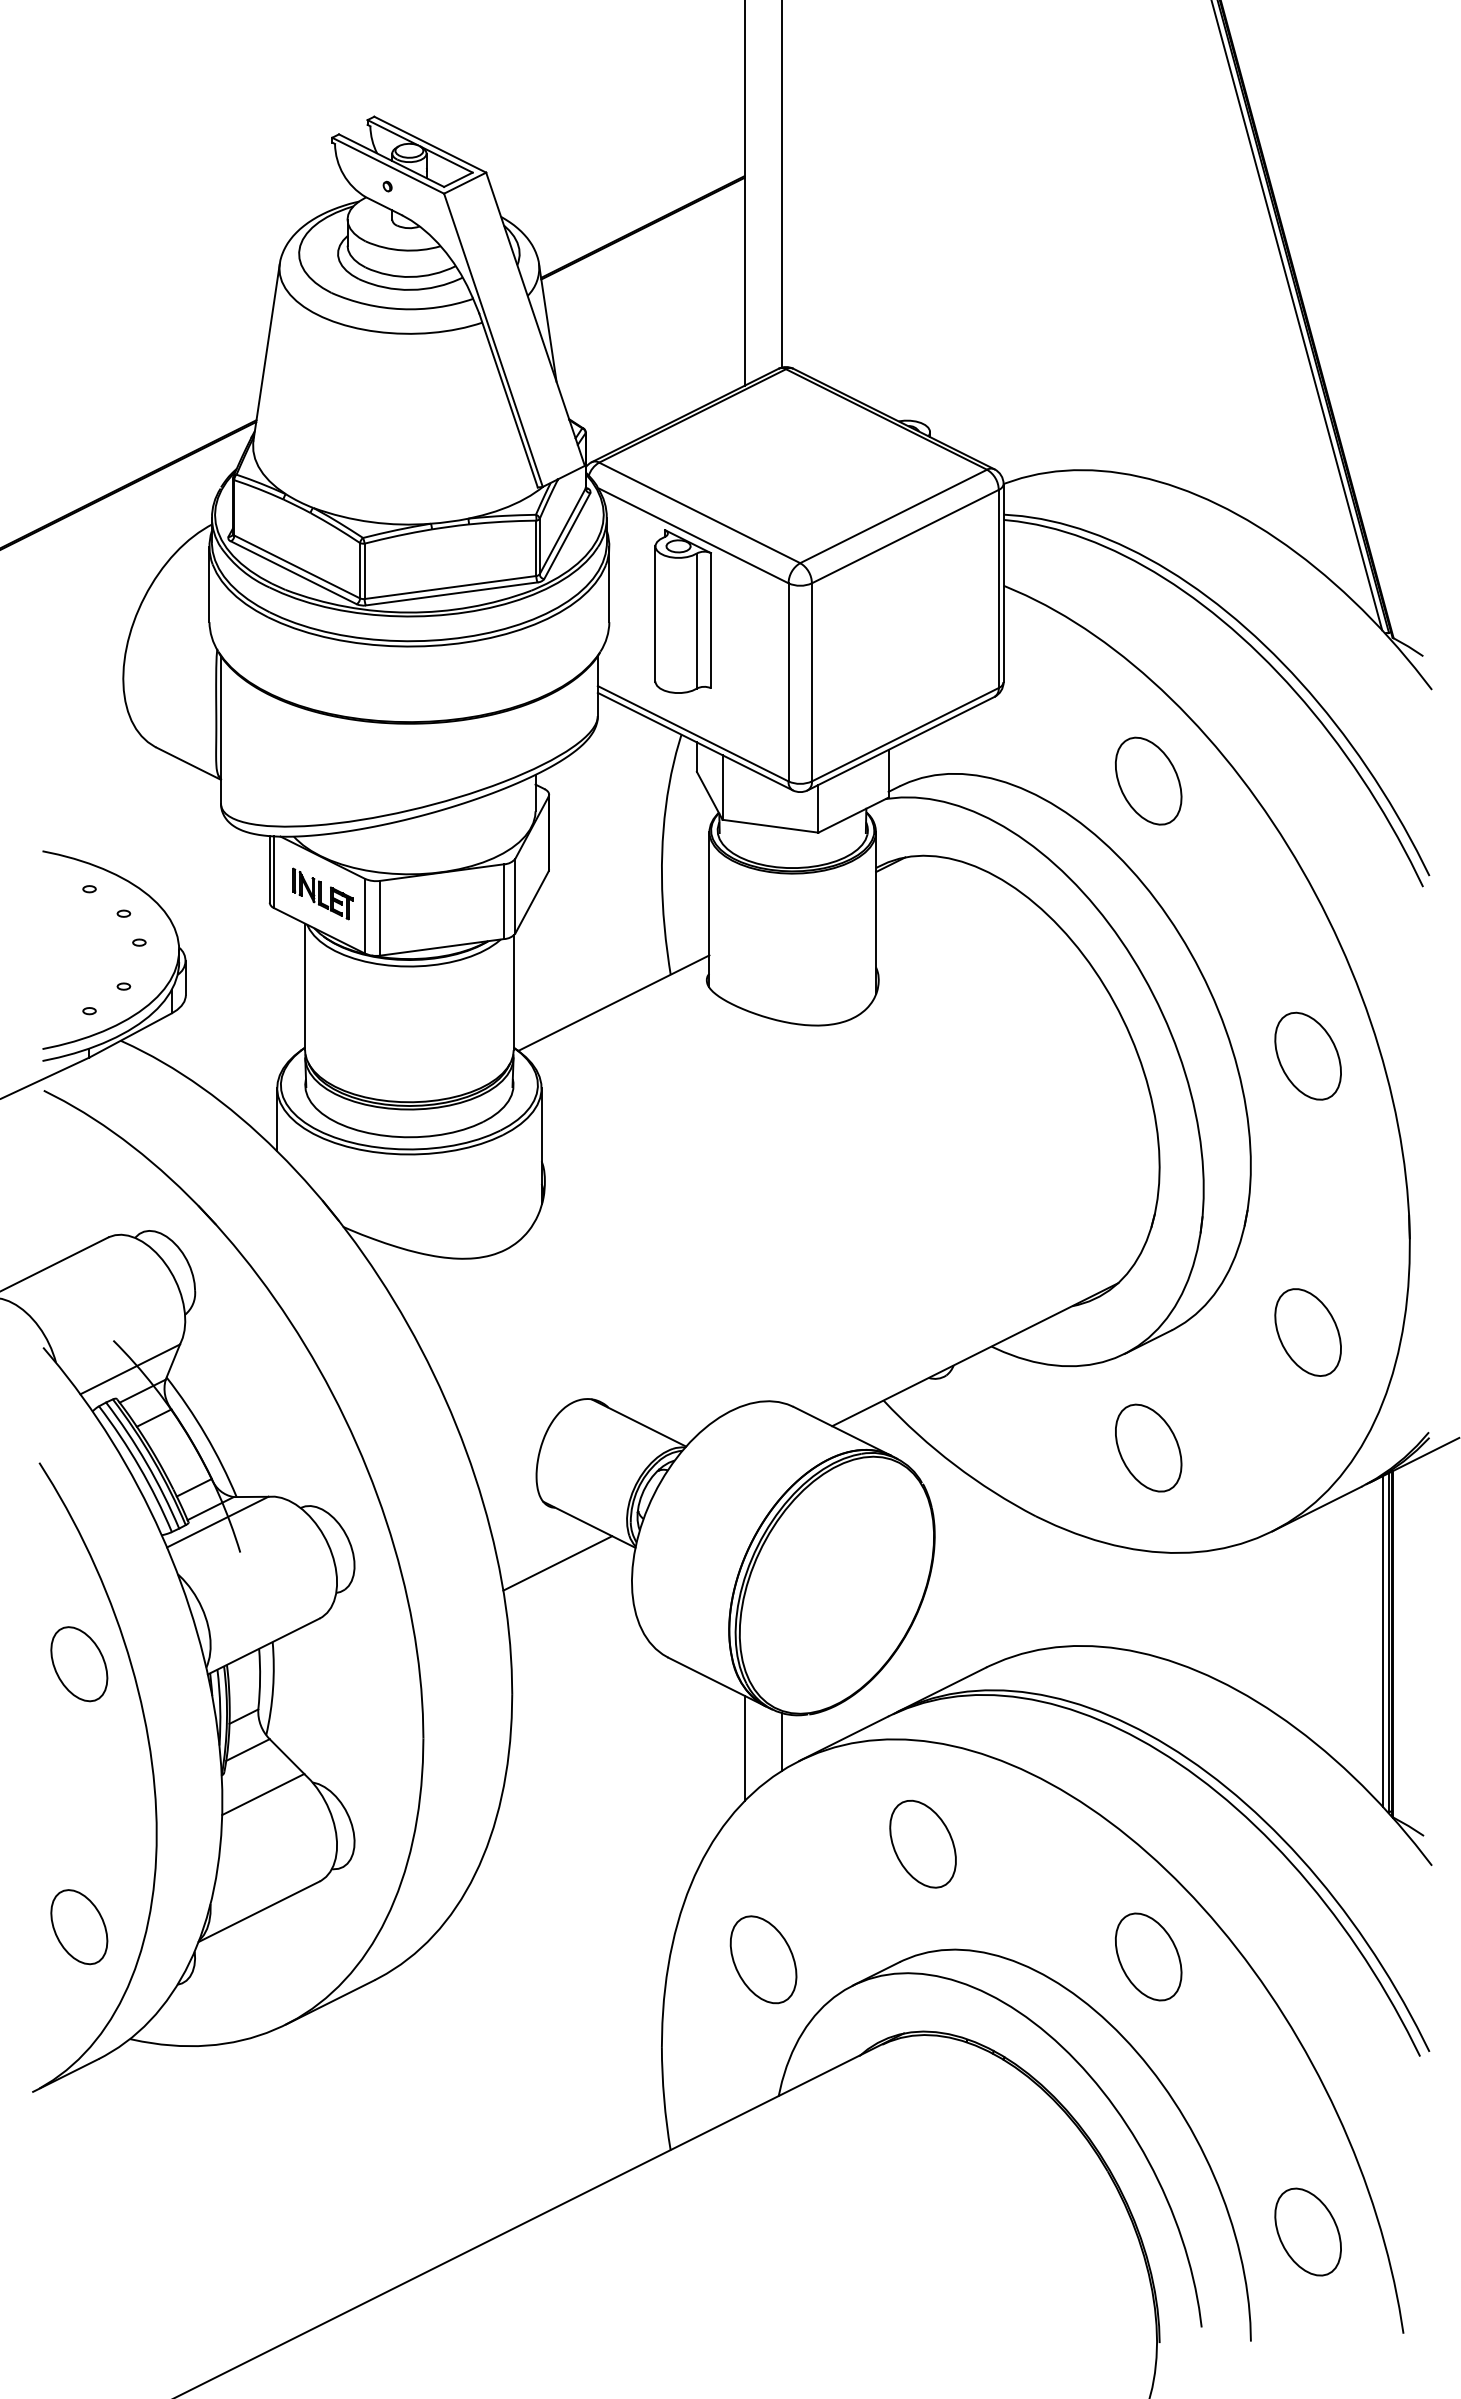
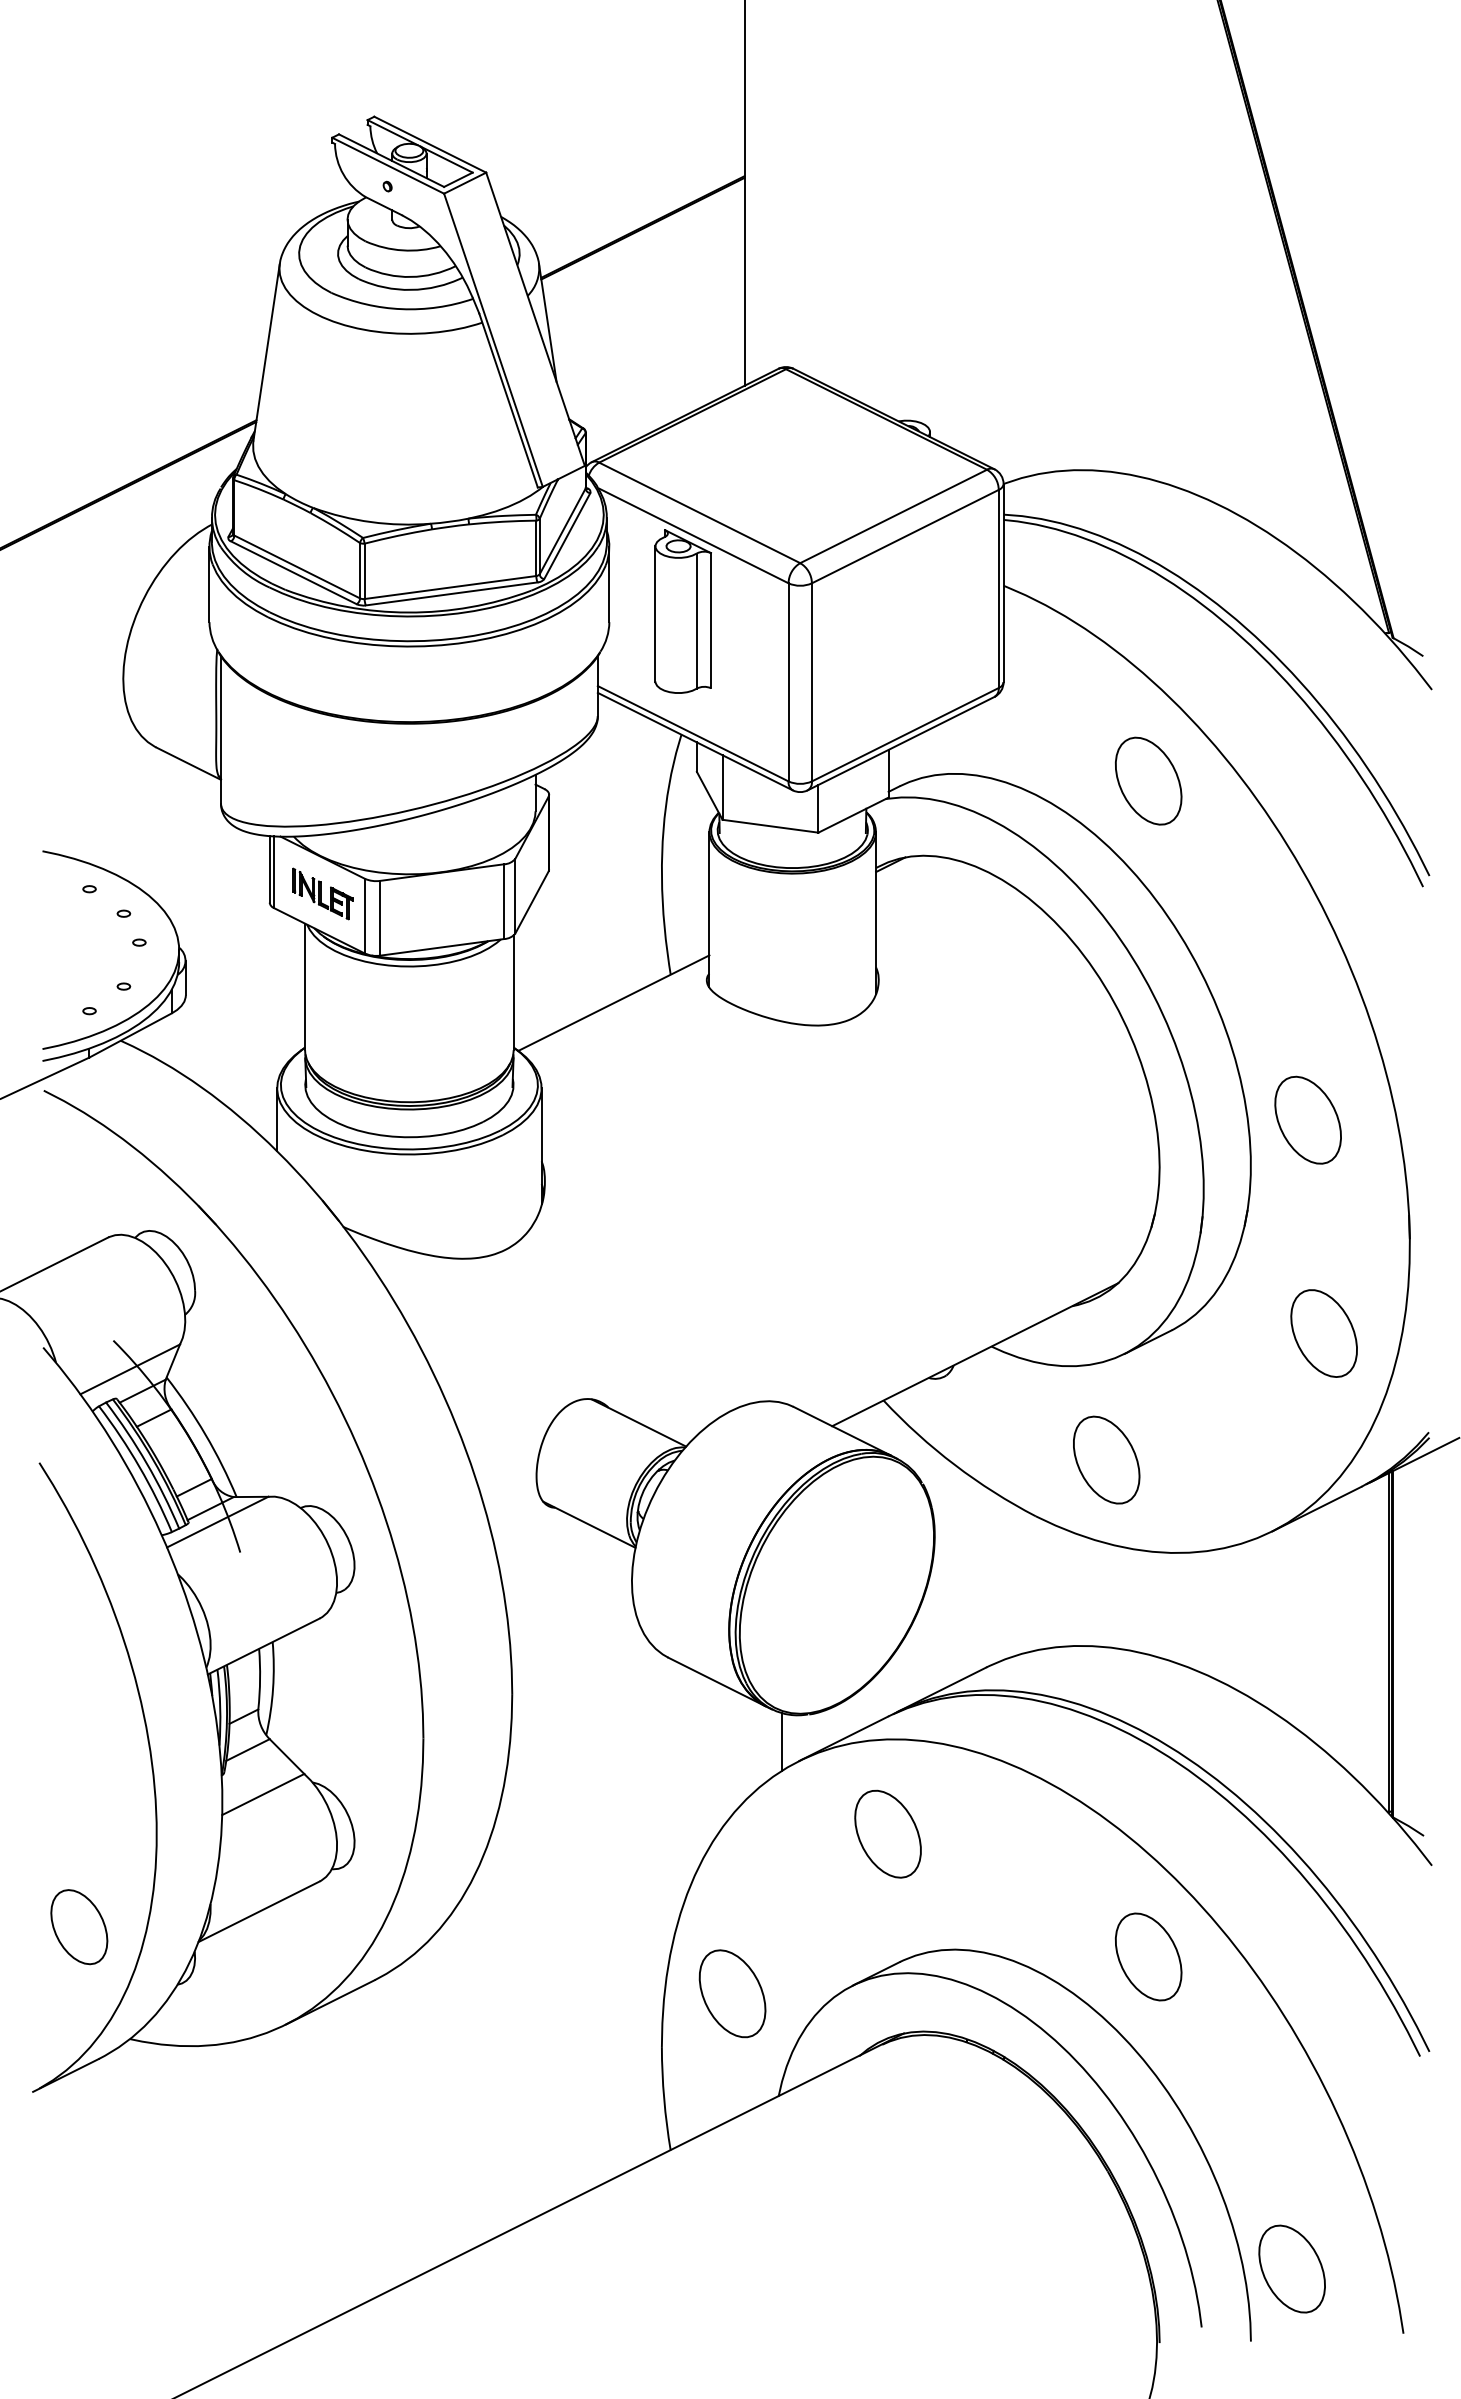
line at (782, 184): present -> none
line at (1297, 316): present -> none
part at (1307, 1055) position: (1307, 1055) -> (1307, 1119)
part at (1307, 1332) position: (1307, 1332) -> (1323, 1333)
part at (1148, 1447) position: (1148, 1447) -> (1106, 1459)
line at (557, 1563): present -> none
line at (1383, 1641): present -> none
part at (79, 1664): present -> none
line at (744, 1748): present -> none
part at (922, 1843) position: (922, 1843) -> (887, 1833)
part at (763, 1959) position: (763, 1959) -> (732, 1993)
part at (1307, 2231) position: (1307, 2231) -> (1291, 2268)
